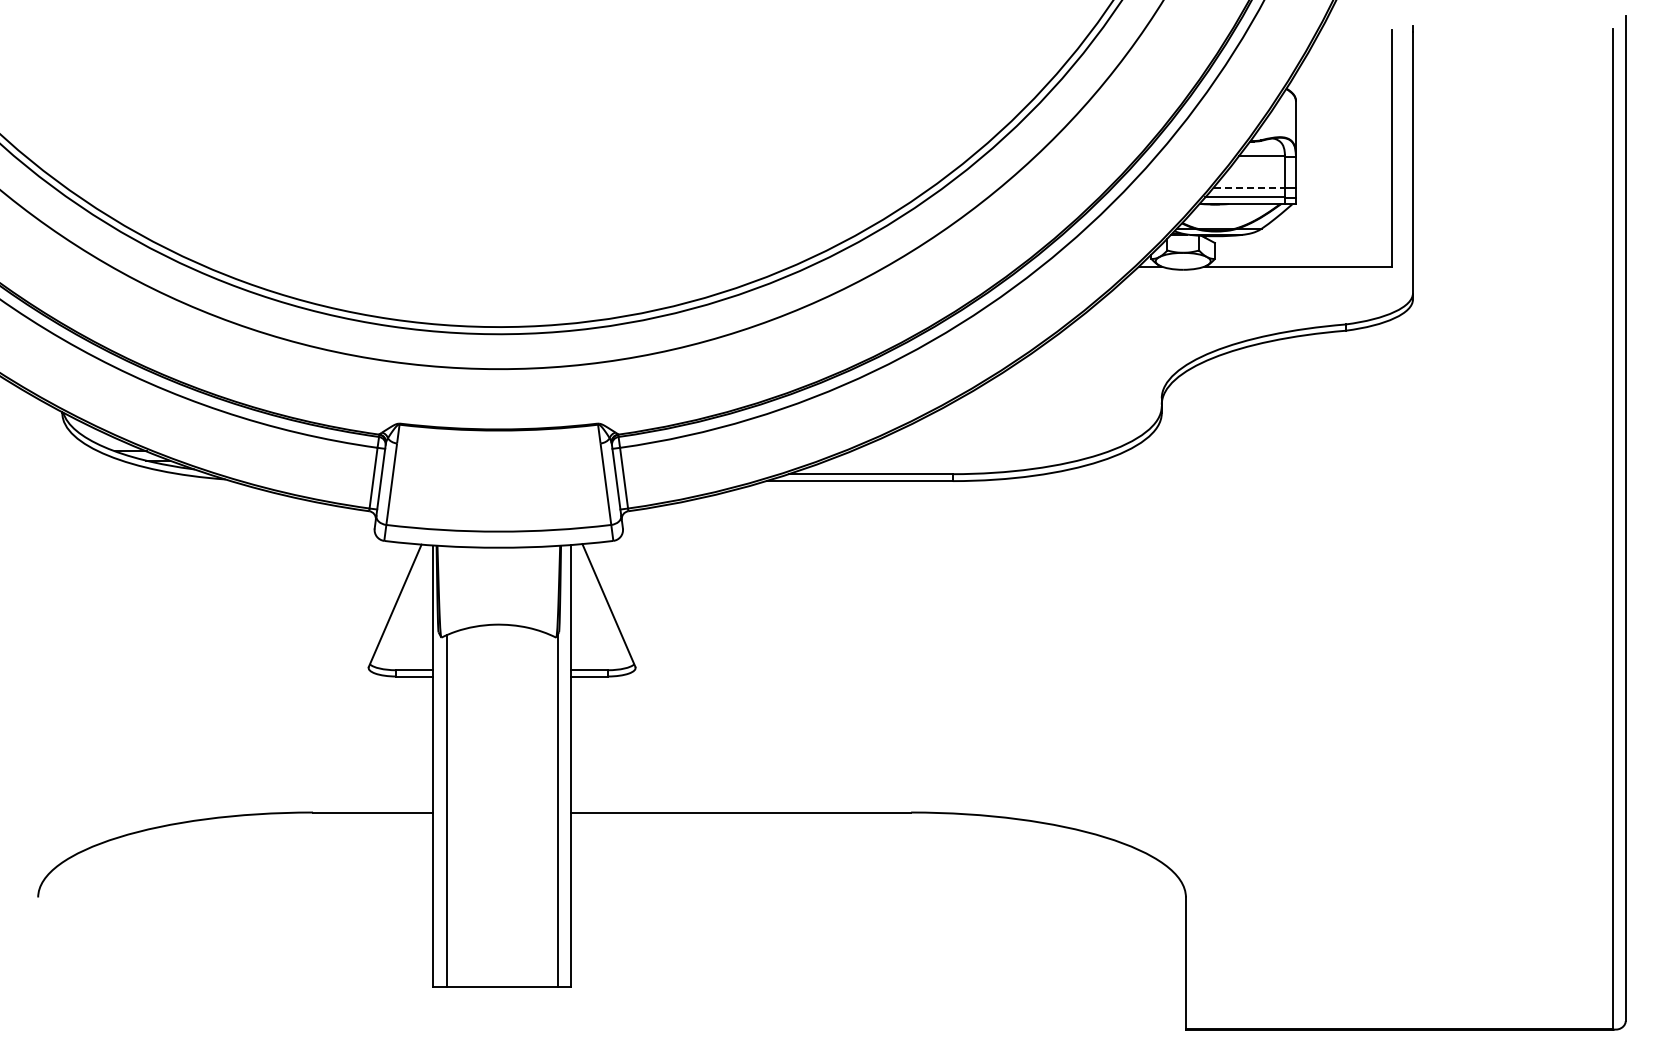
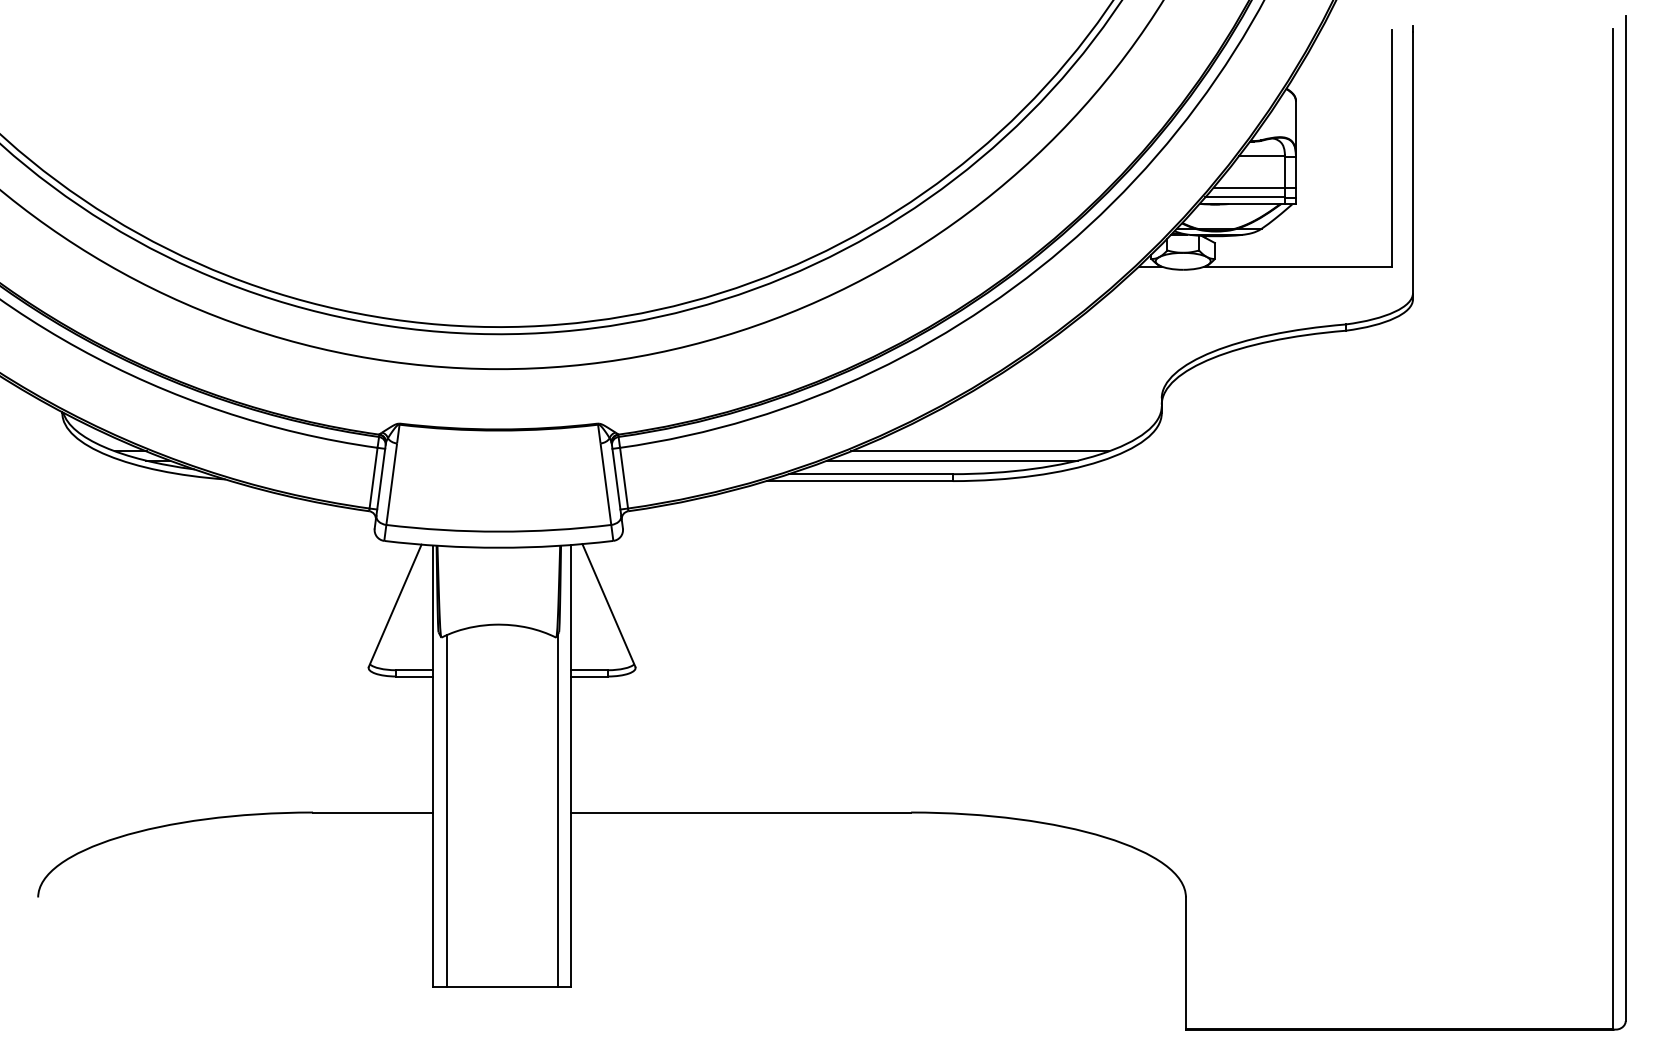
line at (1249, 187): dashed -> solid
line at (979, 451): none -> present
line at (952, 460): none -> present
